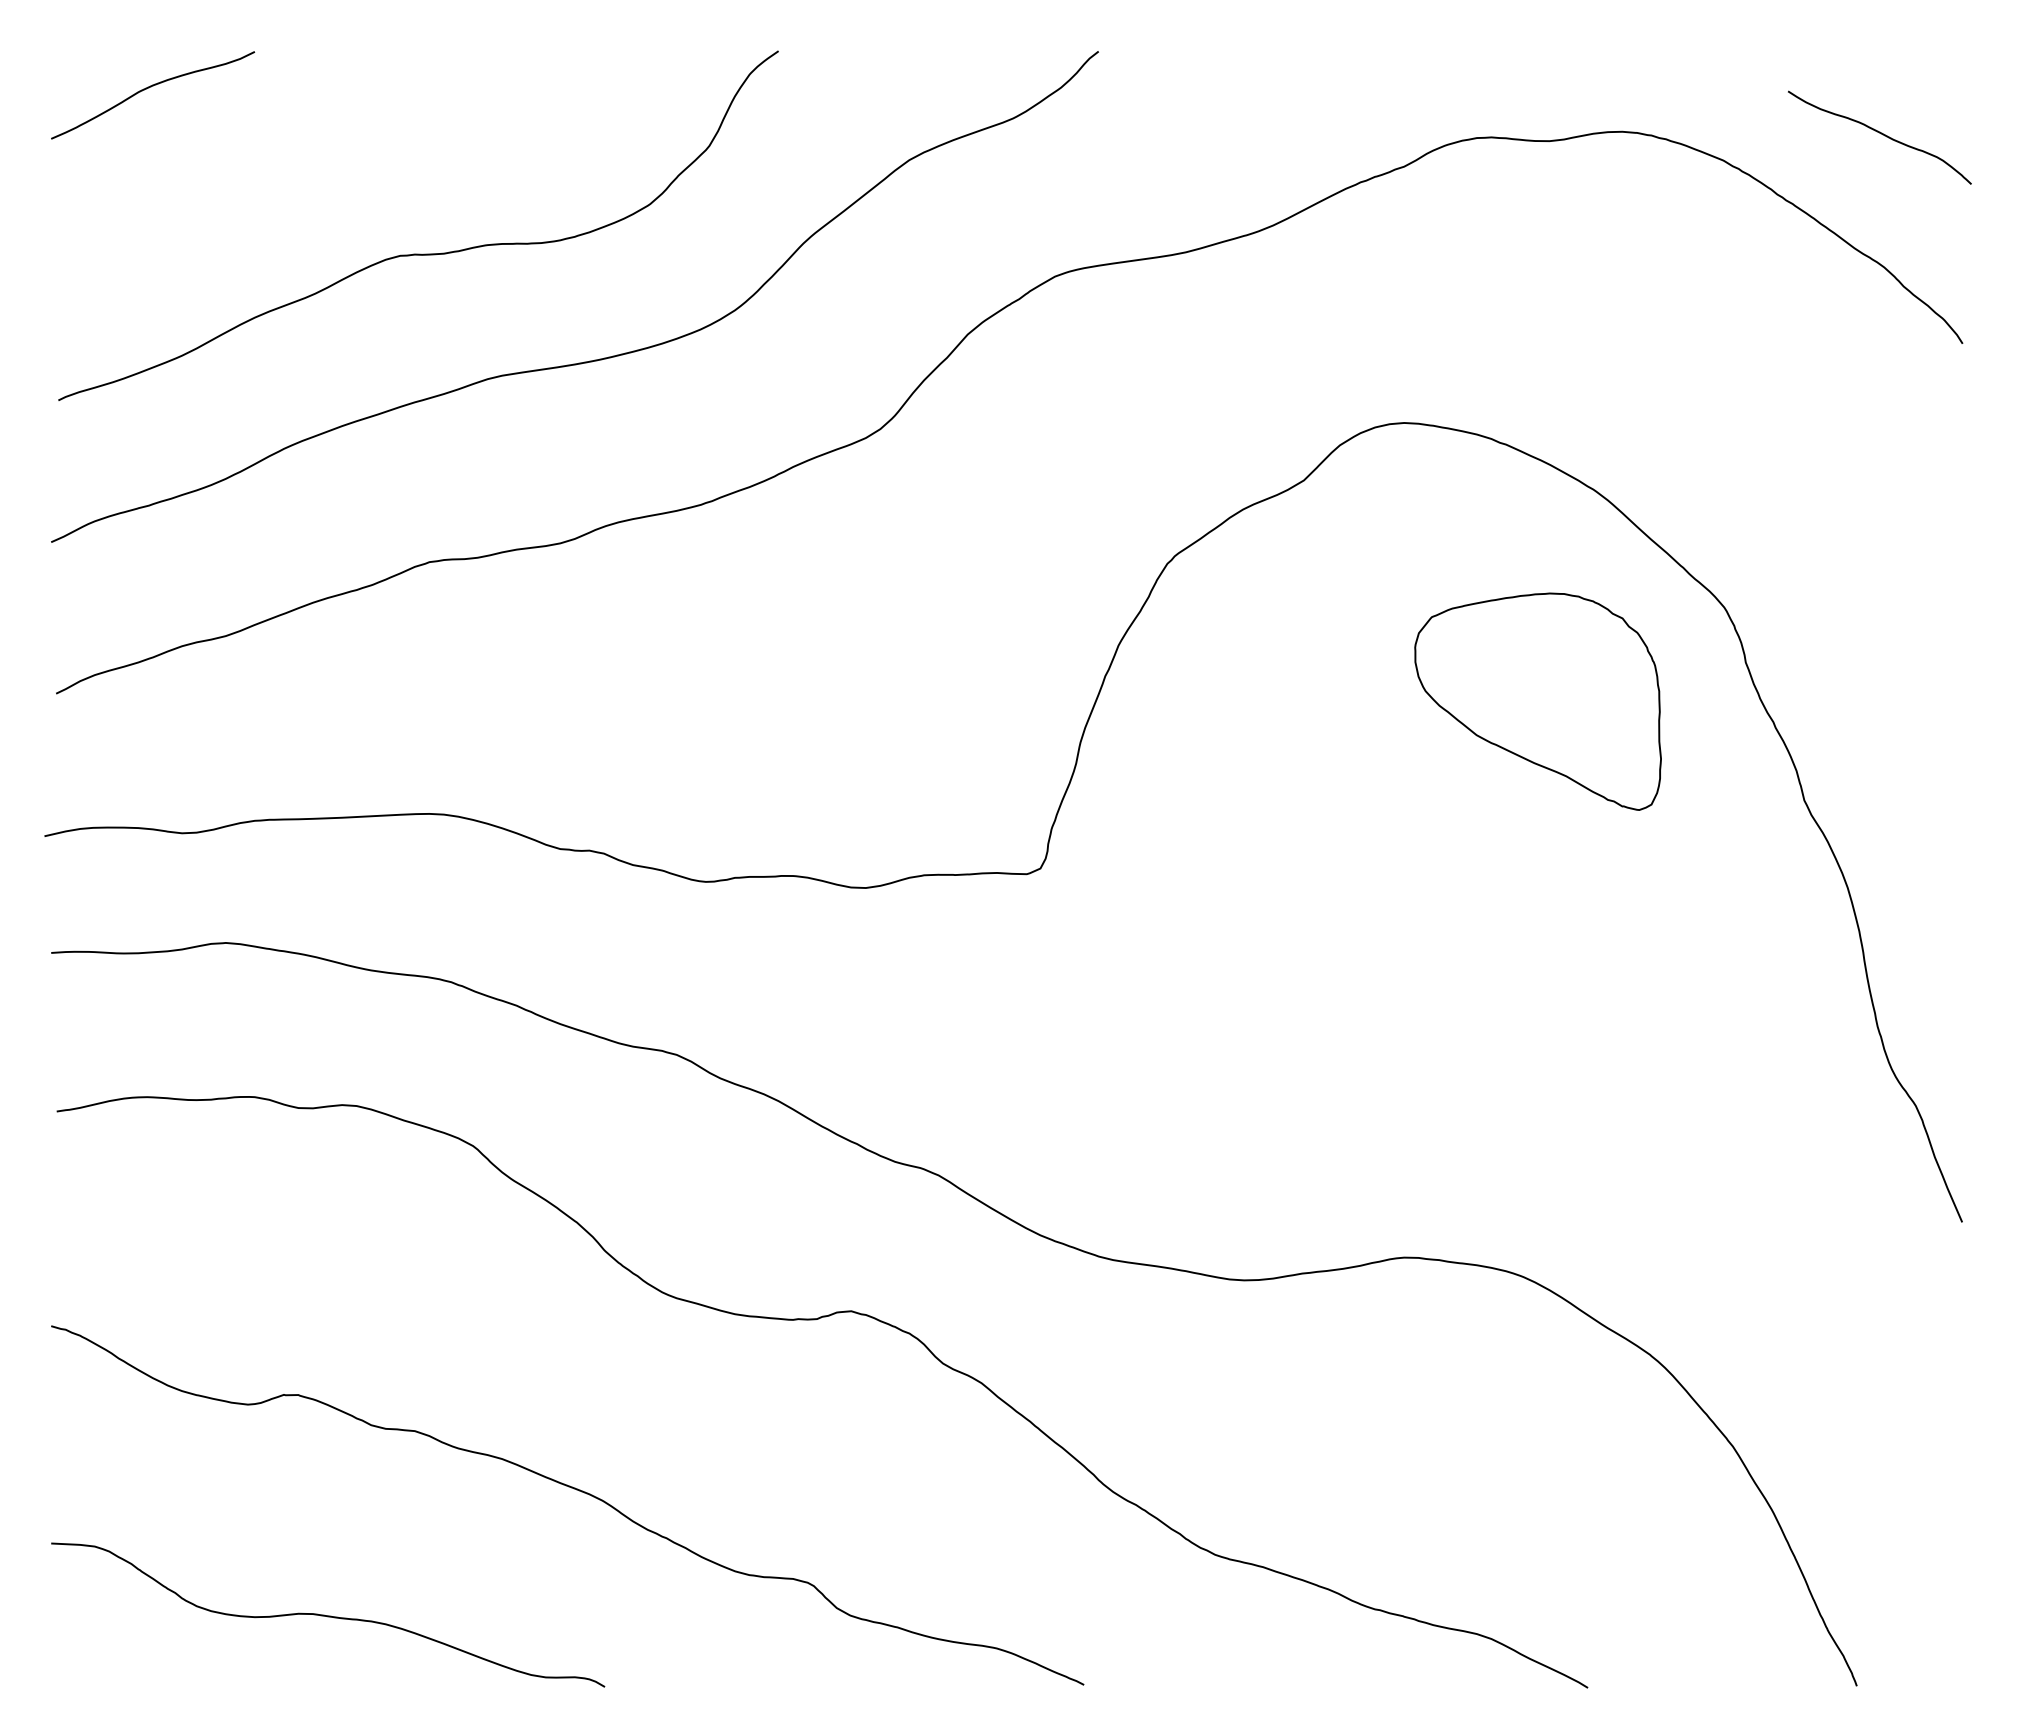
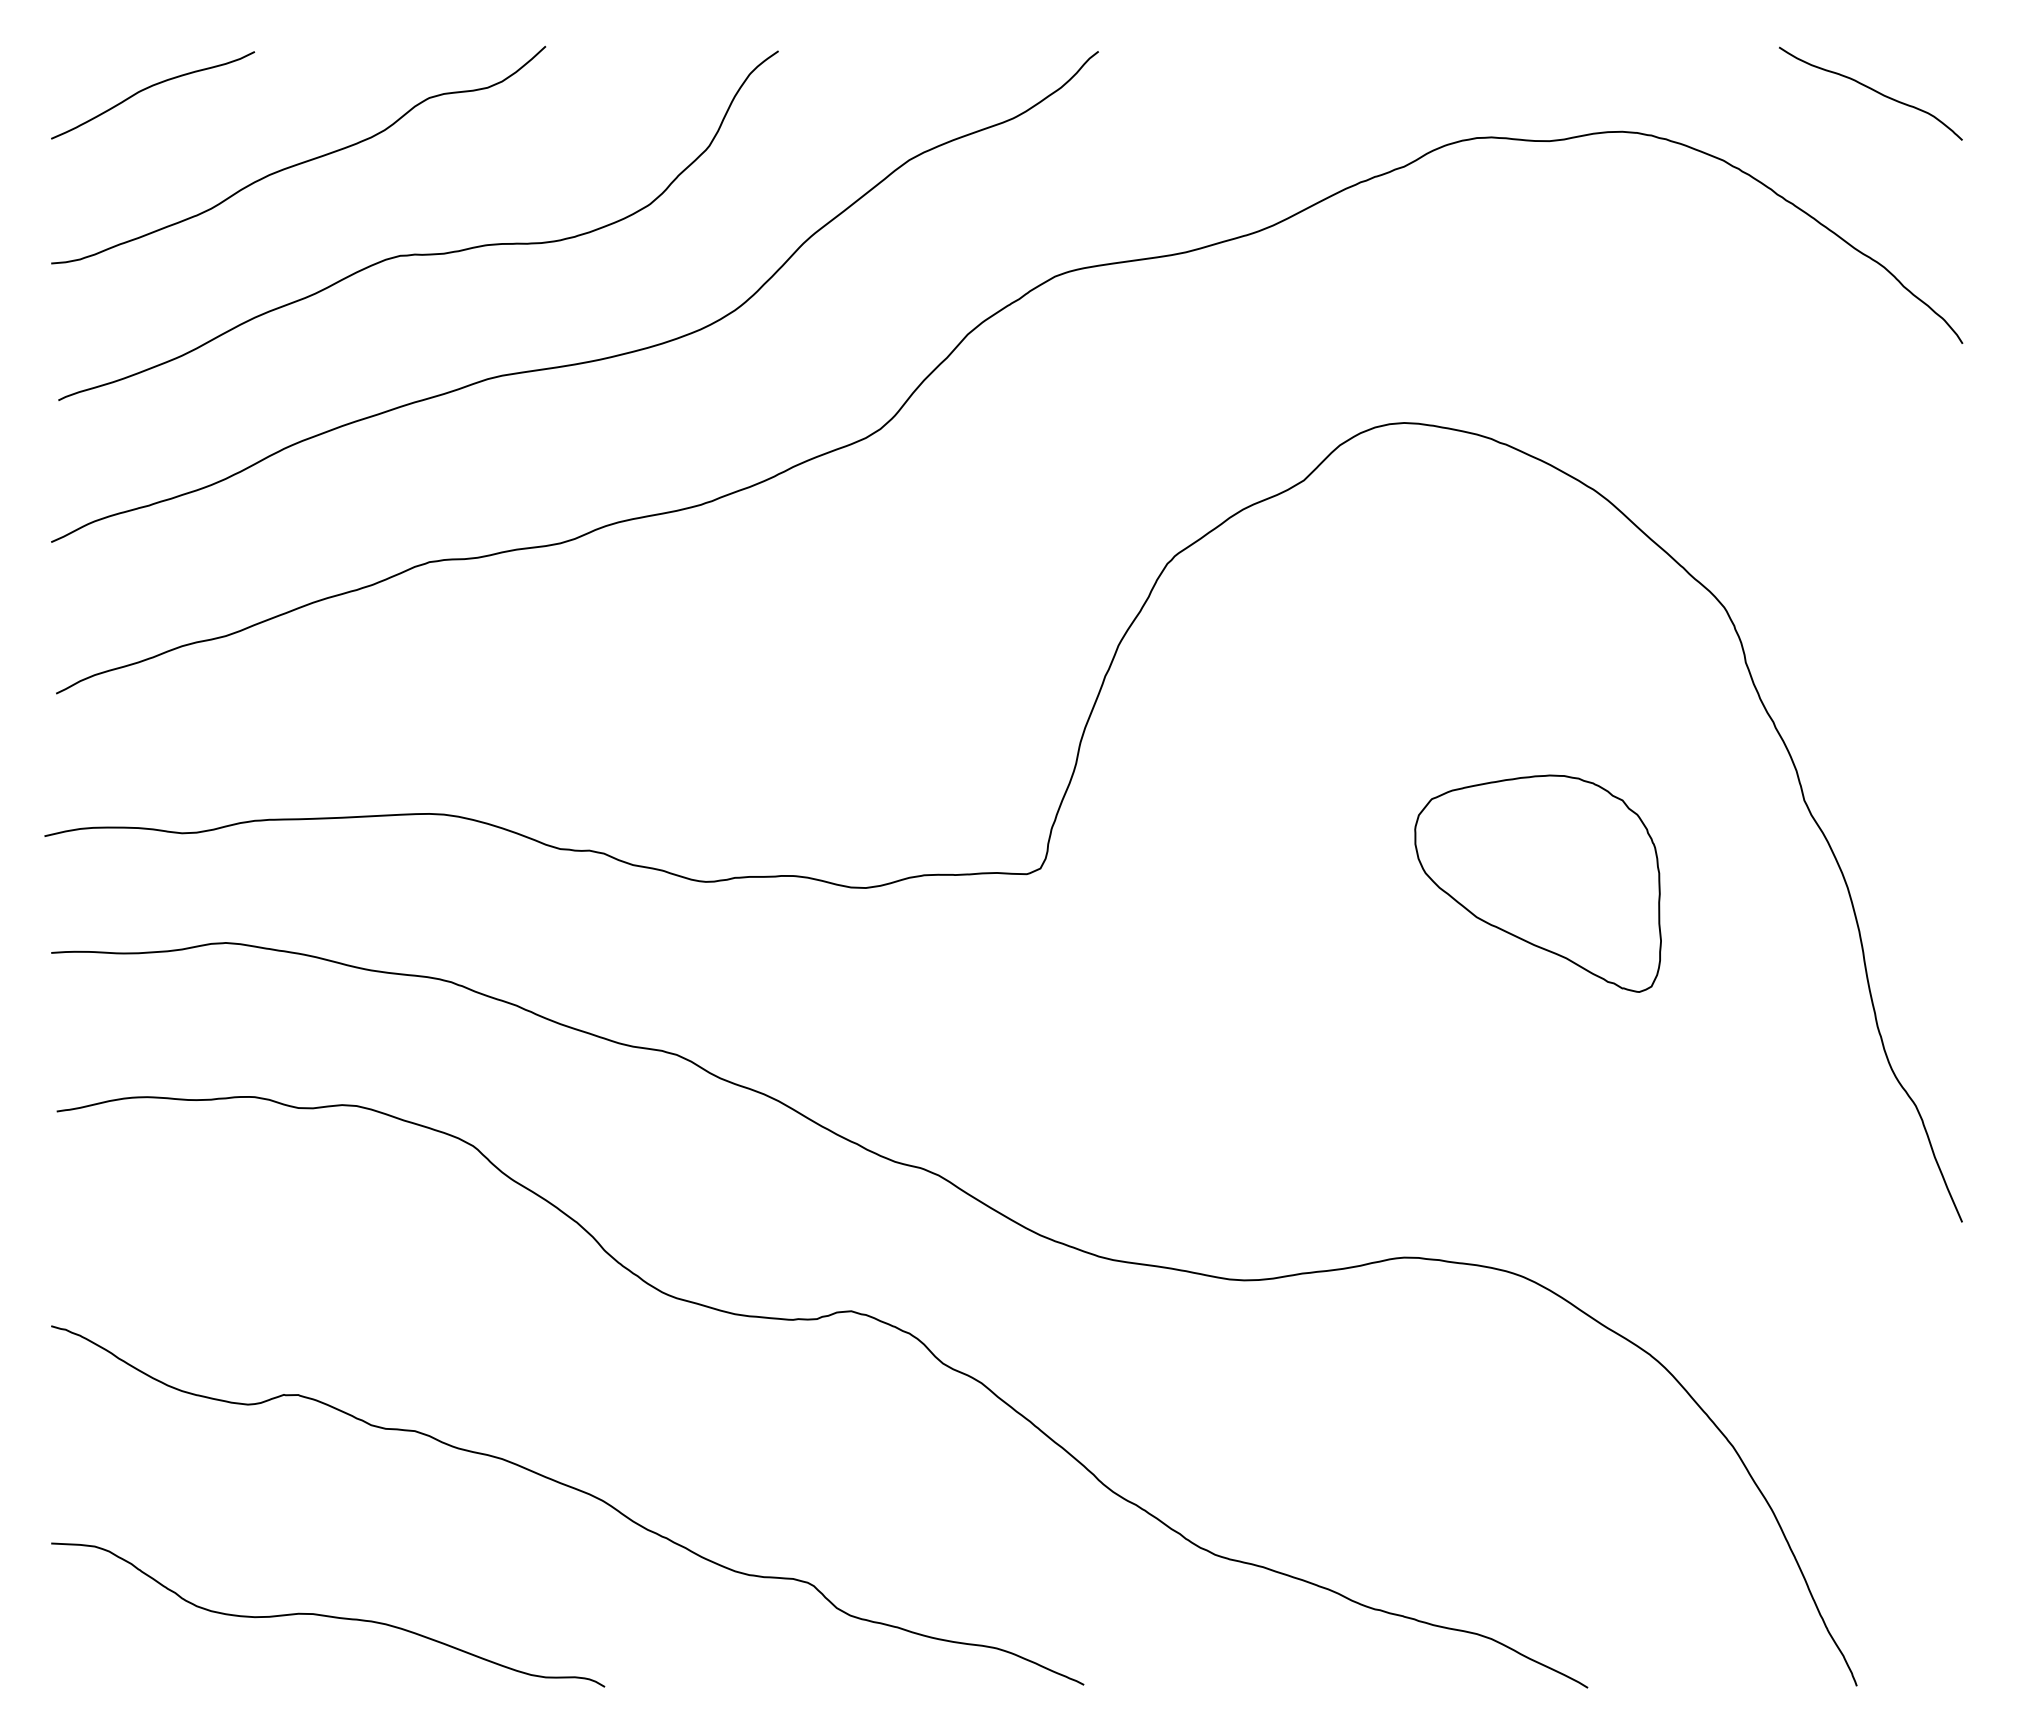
curve at (1881, 134) position: (1881, 134) -> (1872, 90)
curve at (302, 161): none -> present
part at (1537, 701) position: (1537, 701) -> (1537, 883)
